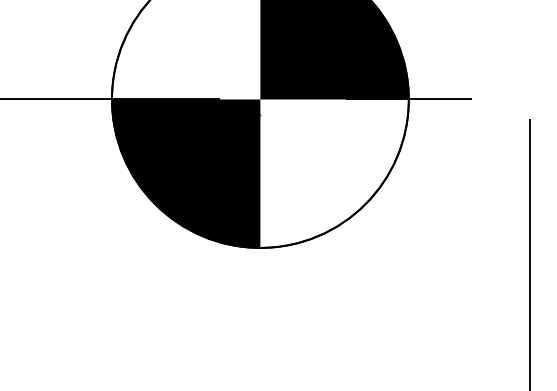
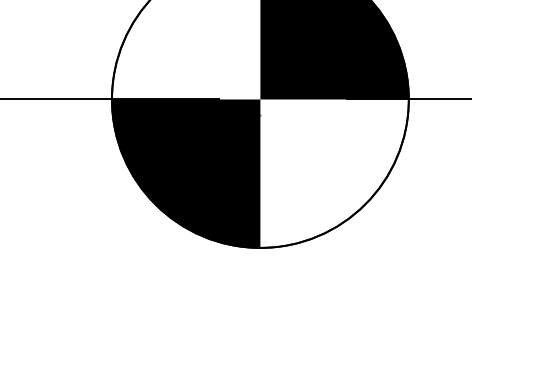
line at (530, 253): present -> none
